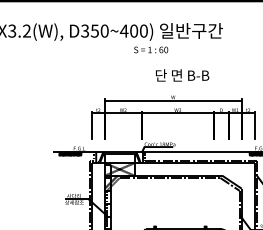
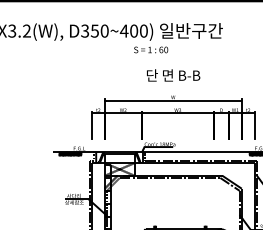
text at (182, 75) position: (182, 75) -> (173, 75)
